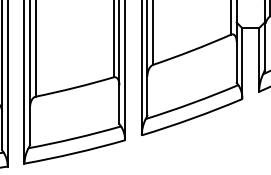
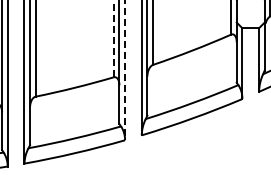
line at (113, 38): solid -> dashed
line at (125, 70): solid -> dashed
